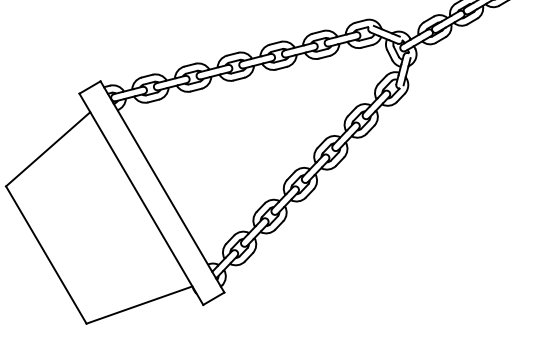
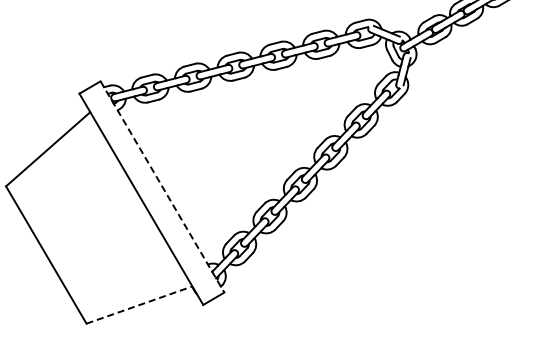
line at (162, 187): solid -> dashed
line at (139, 304): solid -> dashed
